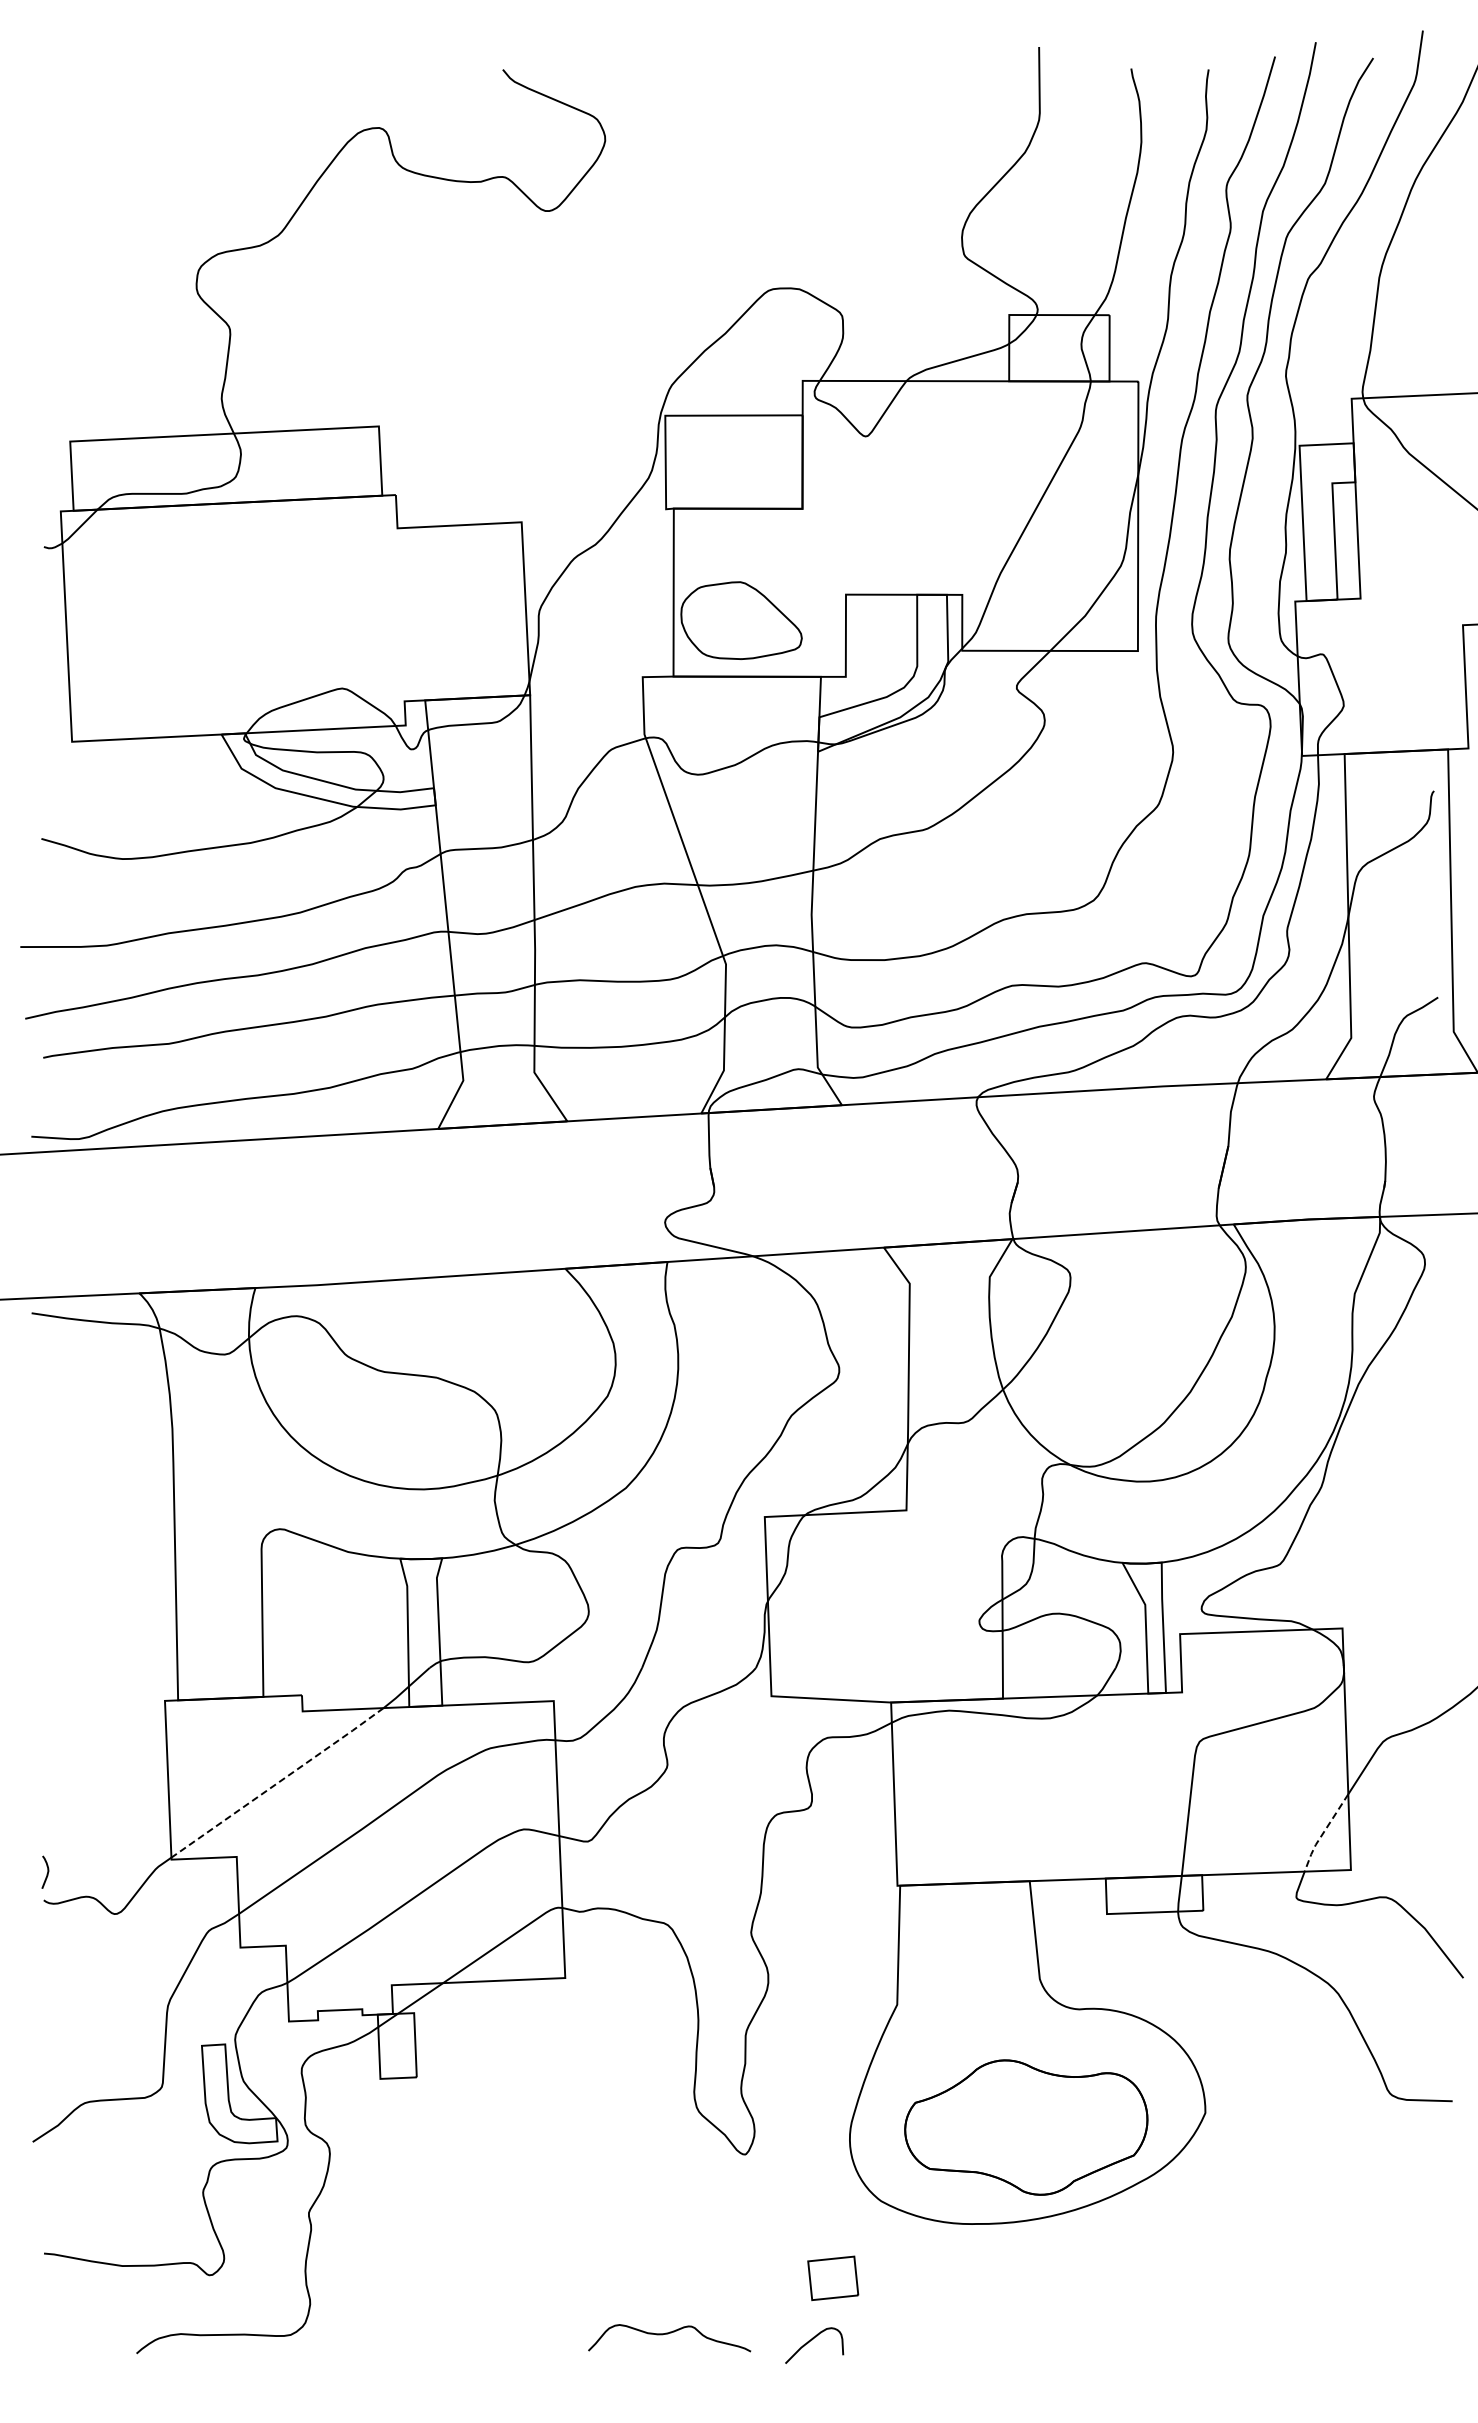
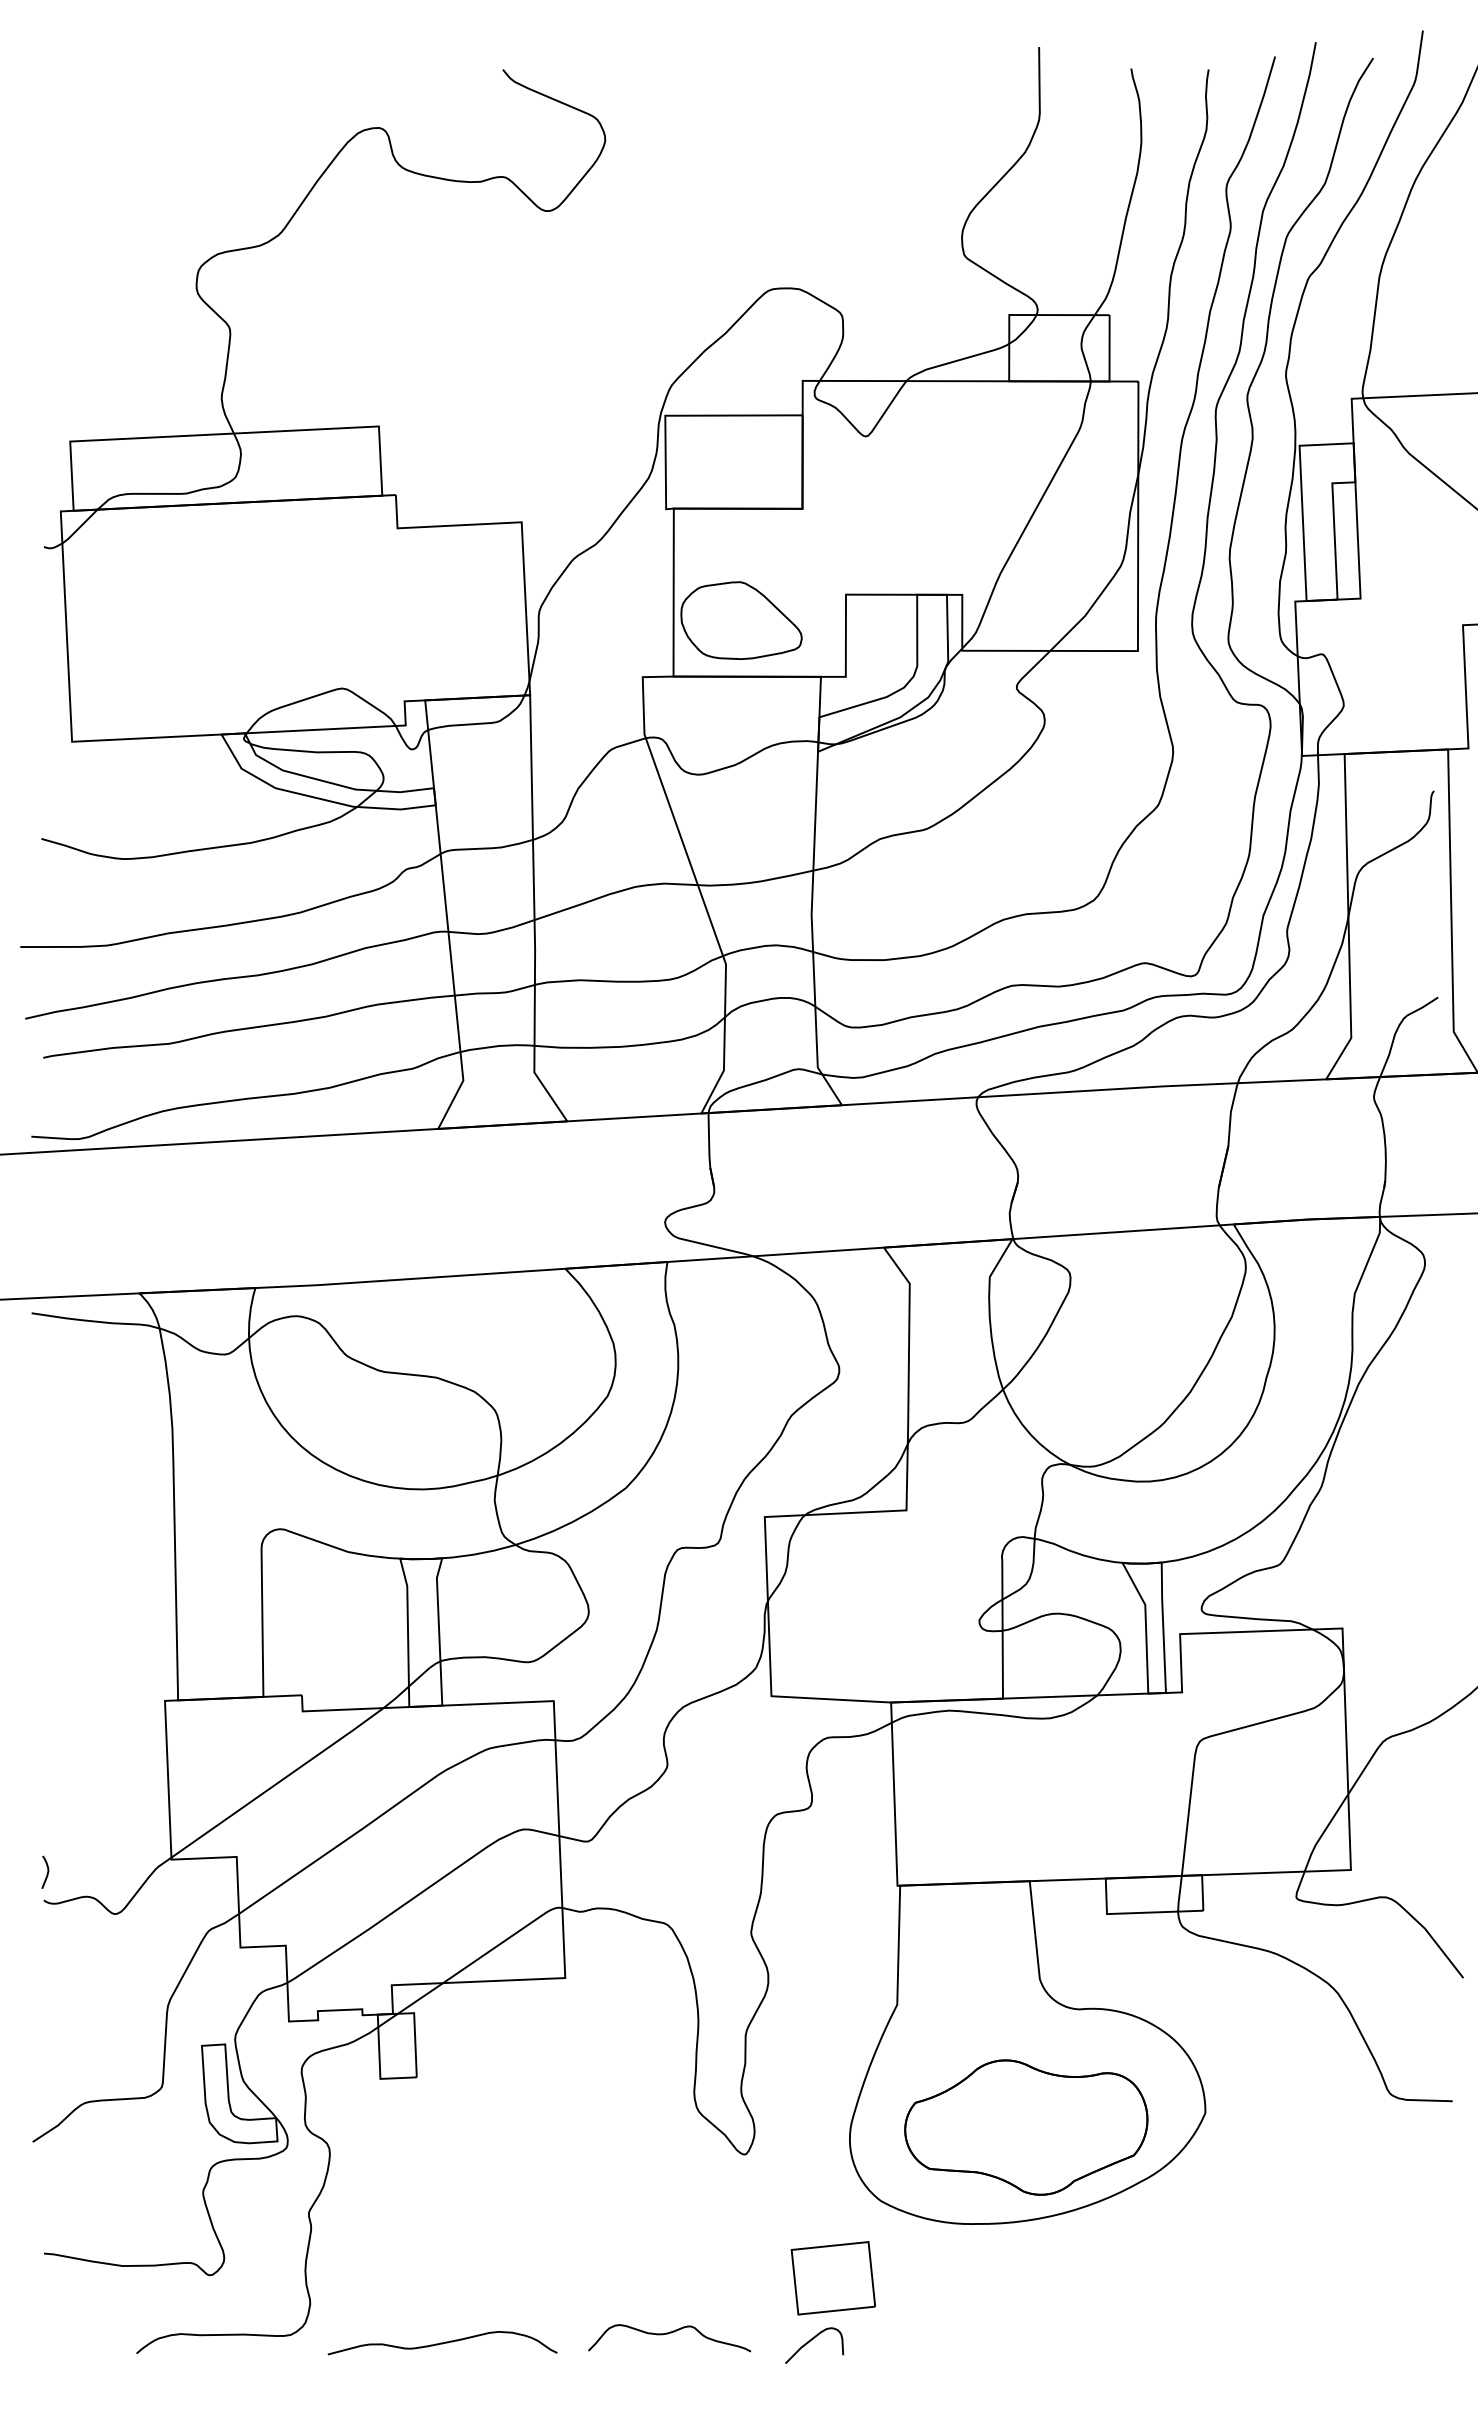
line at (278, 1782): dashed -> solid
line at (1323, 1833): dashed -> solid
part at (833, 2277) size: 53x46 px -> 86x75 px
curve at (442, 2343): none -> present
